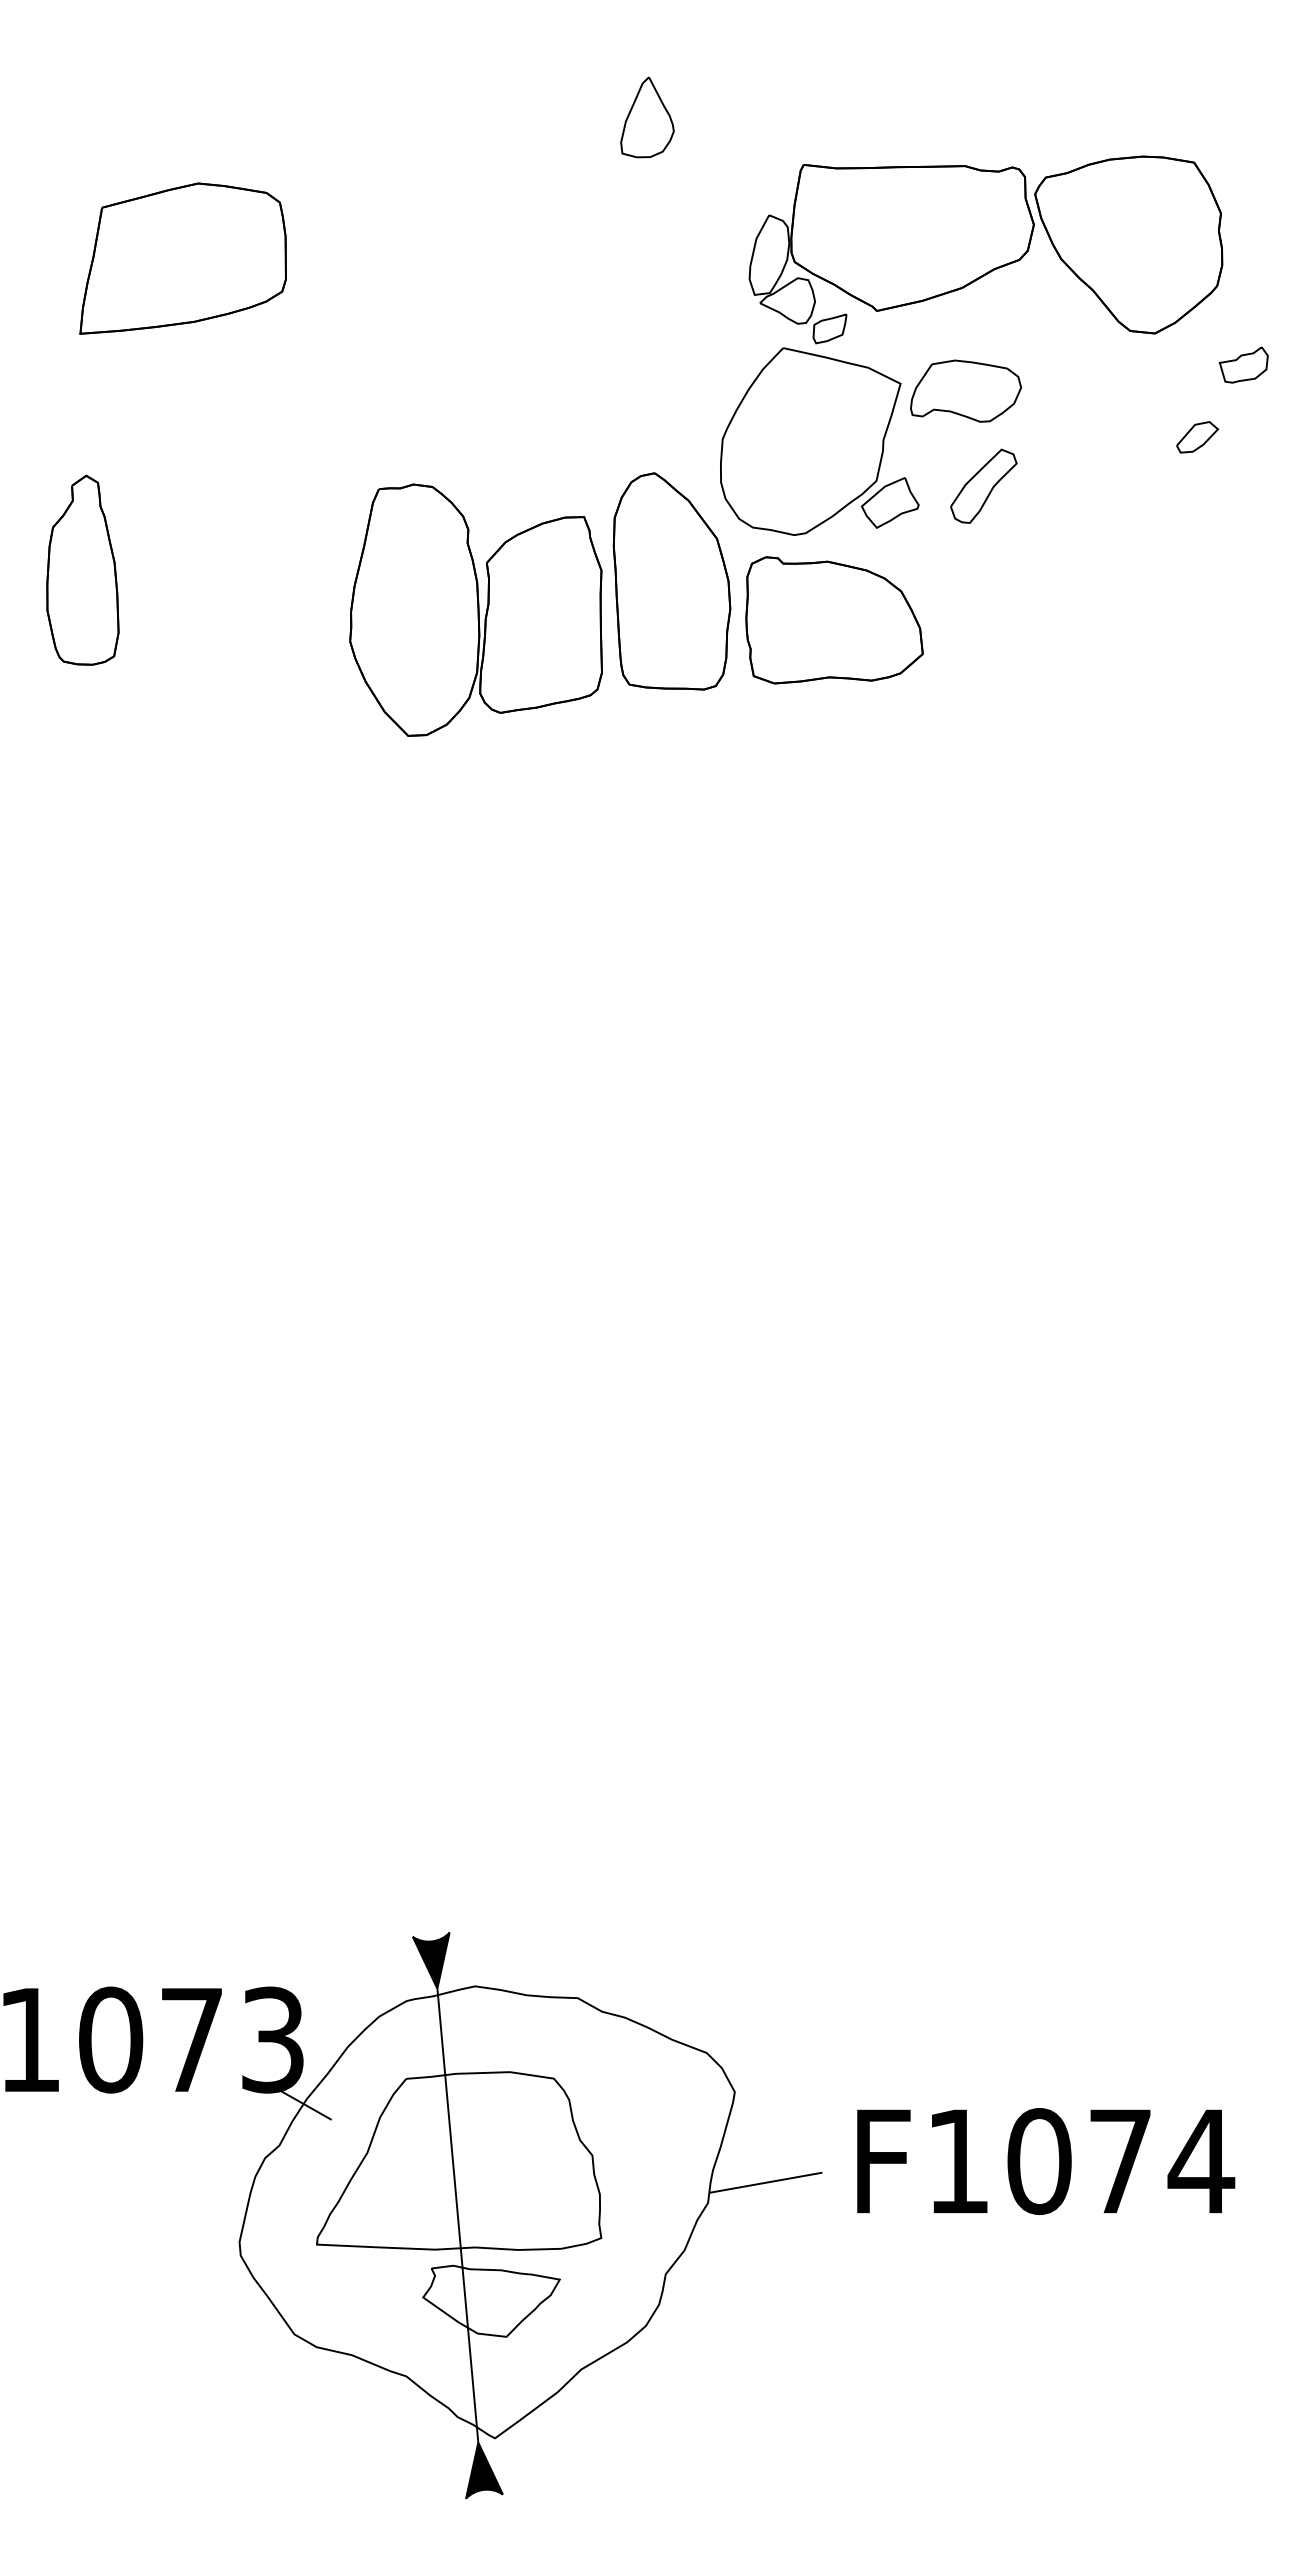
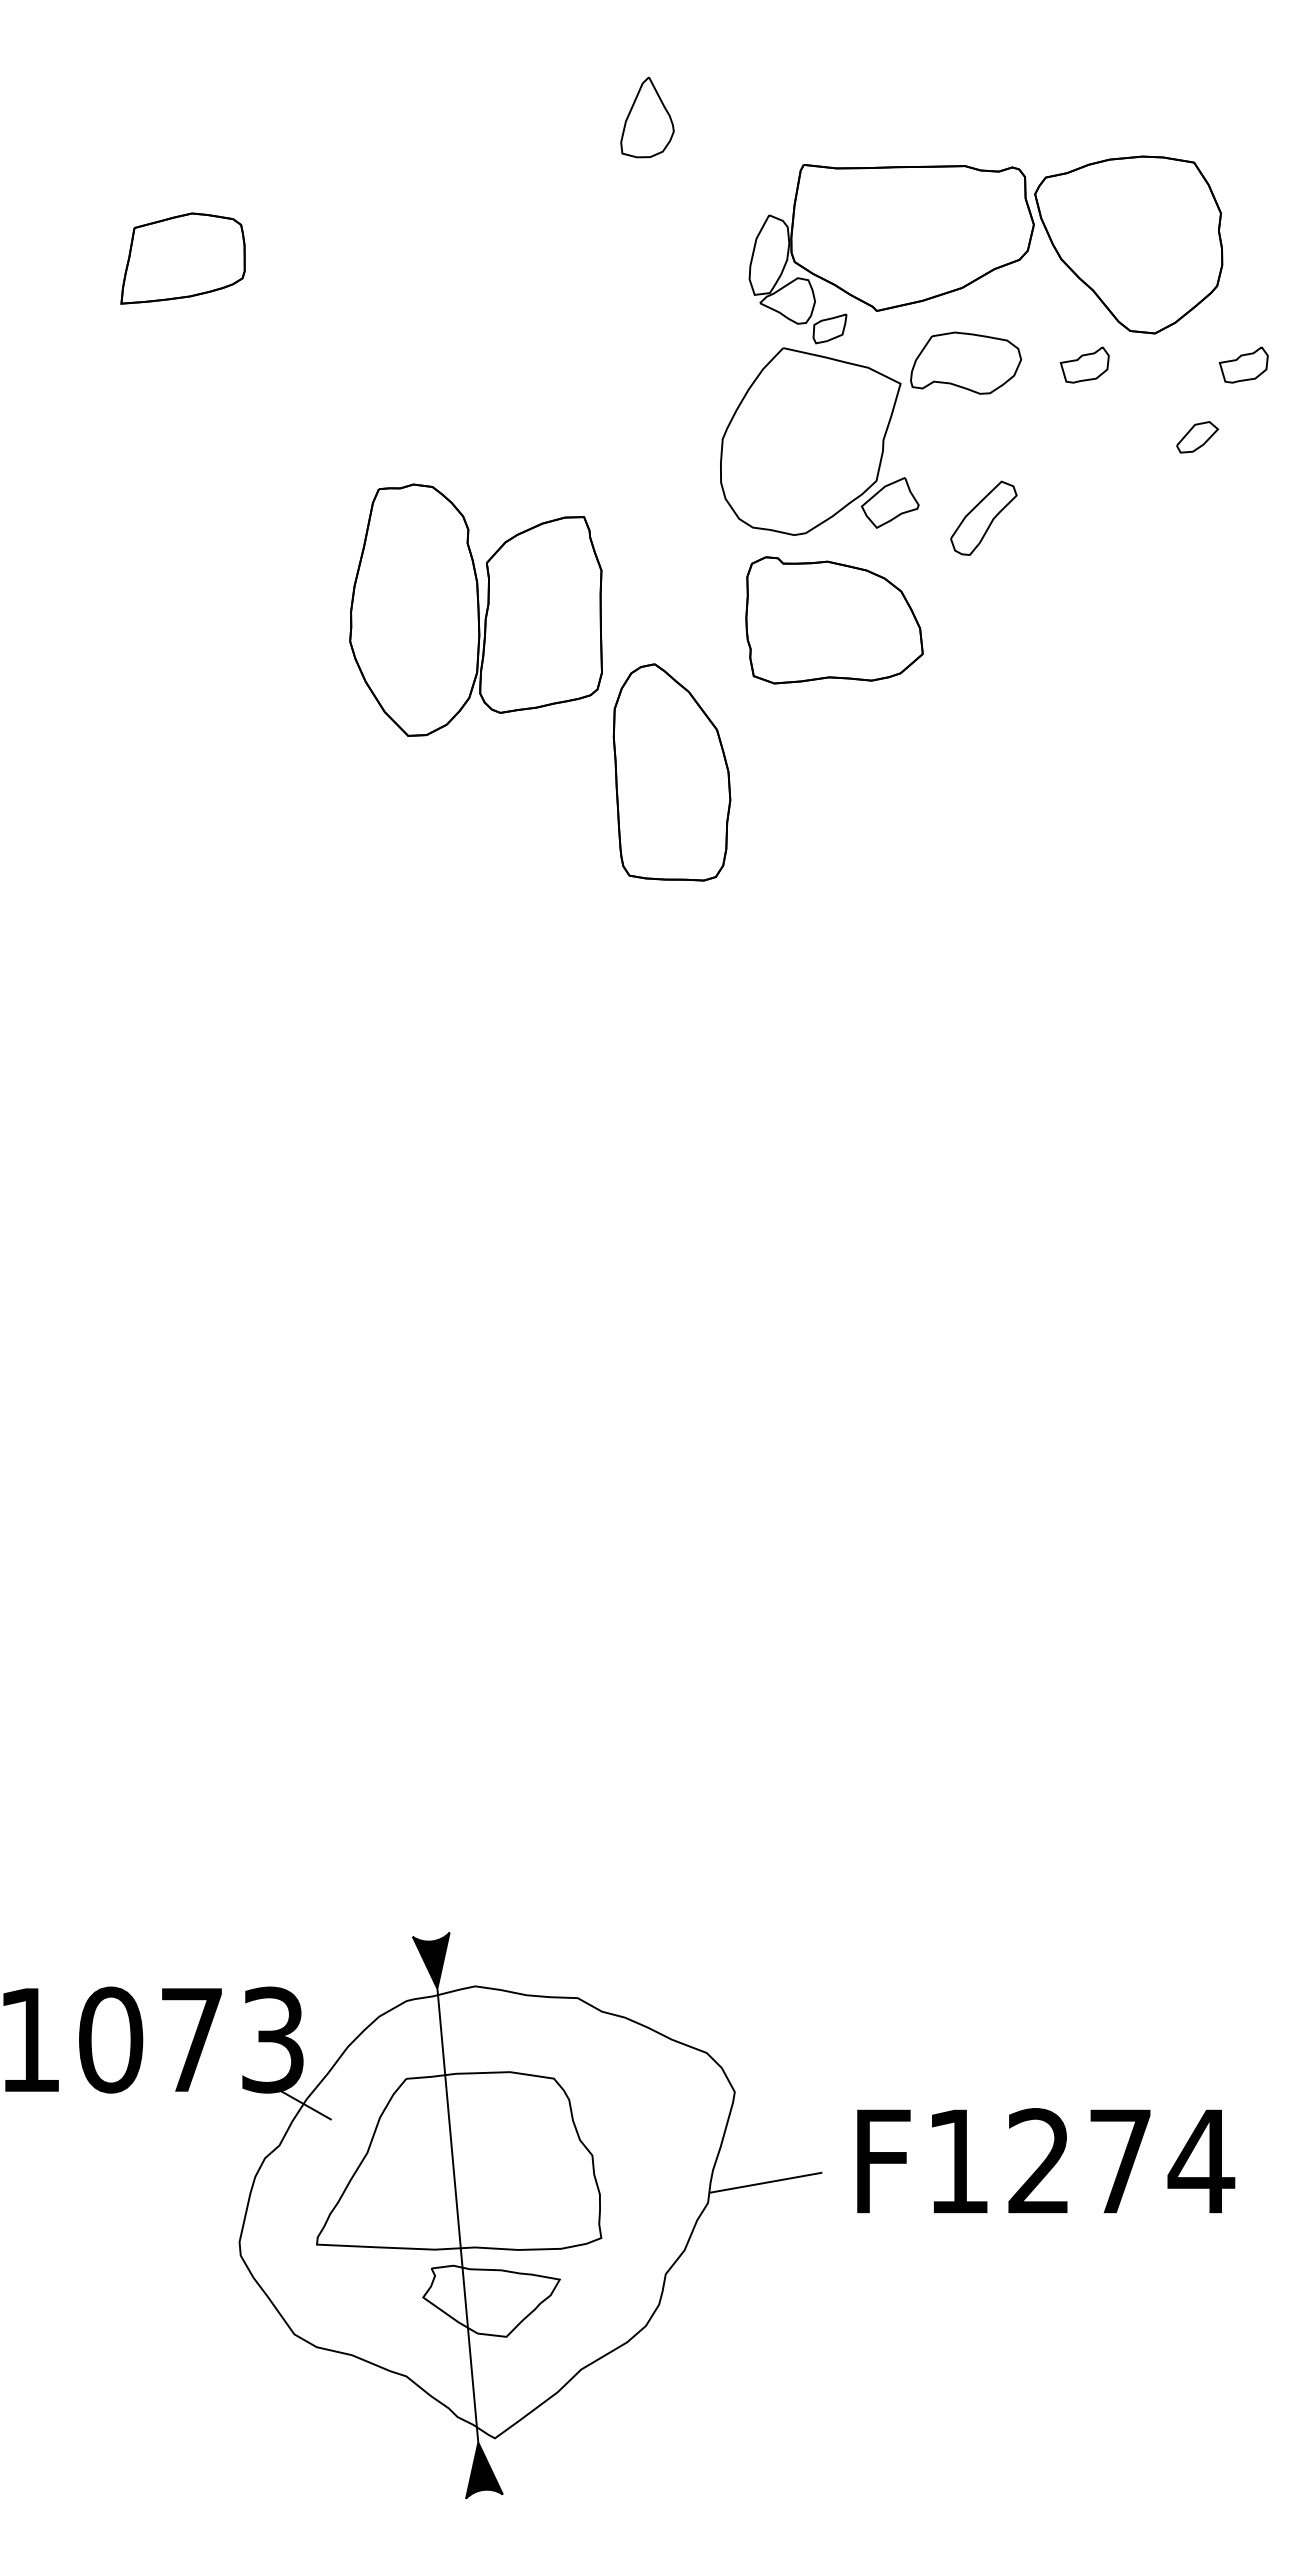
part at (182, 258) size: 208x153 px -> 126x93 px
part at (1084, 364): none -> present
part at (966, 390) position: (966, 390) -> (966, 362)
part at (983, 485) position: (983, 485) -> (983, 517)
part at (82, 569): present -> none
part at (671, 581) position: (671, 581) -> (671, 772)
text at (1039, 2161): F1074 -> F1274
